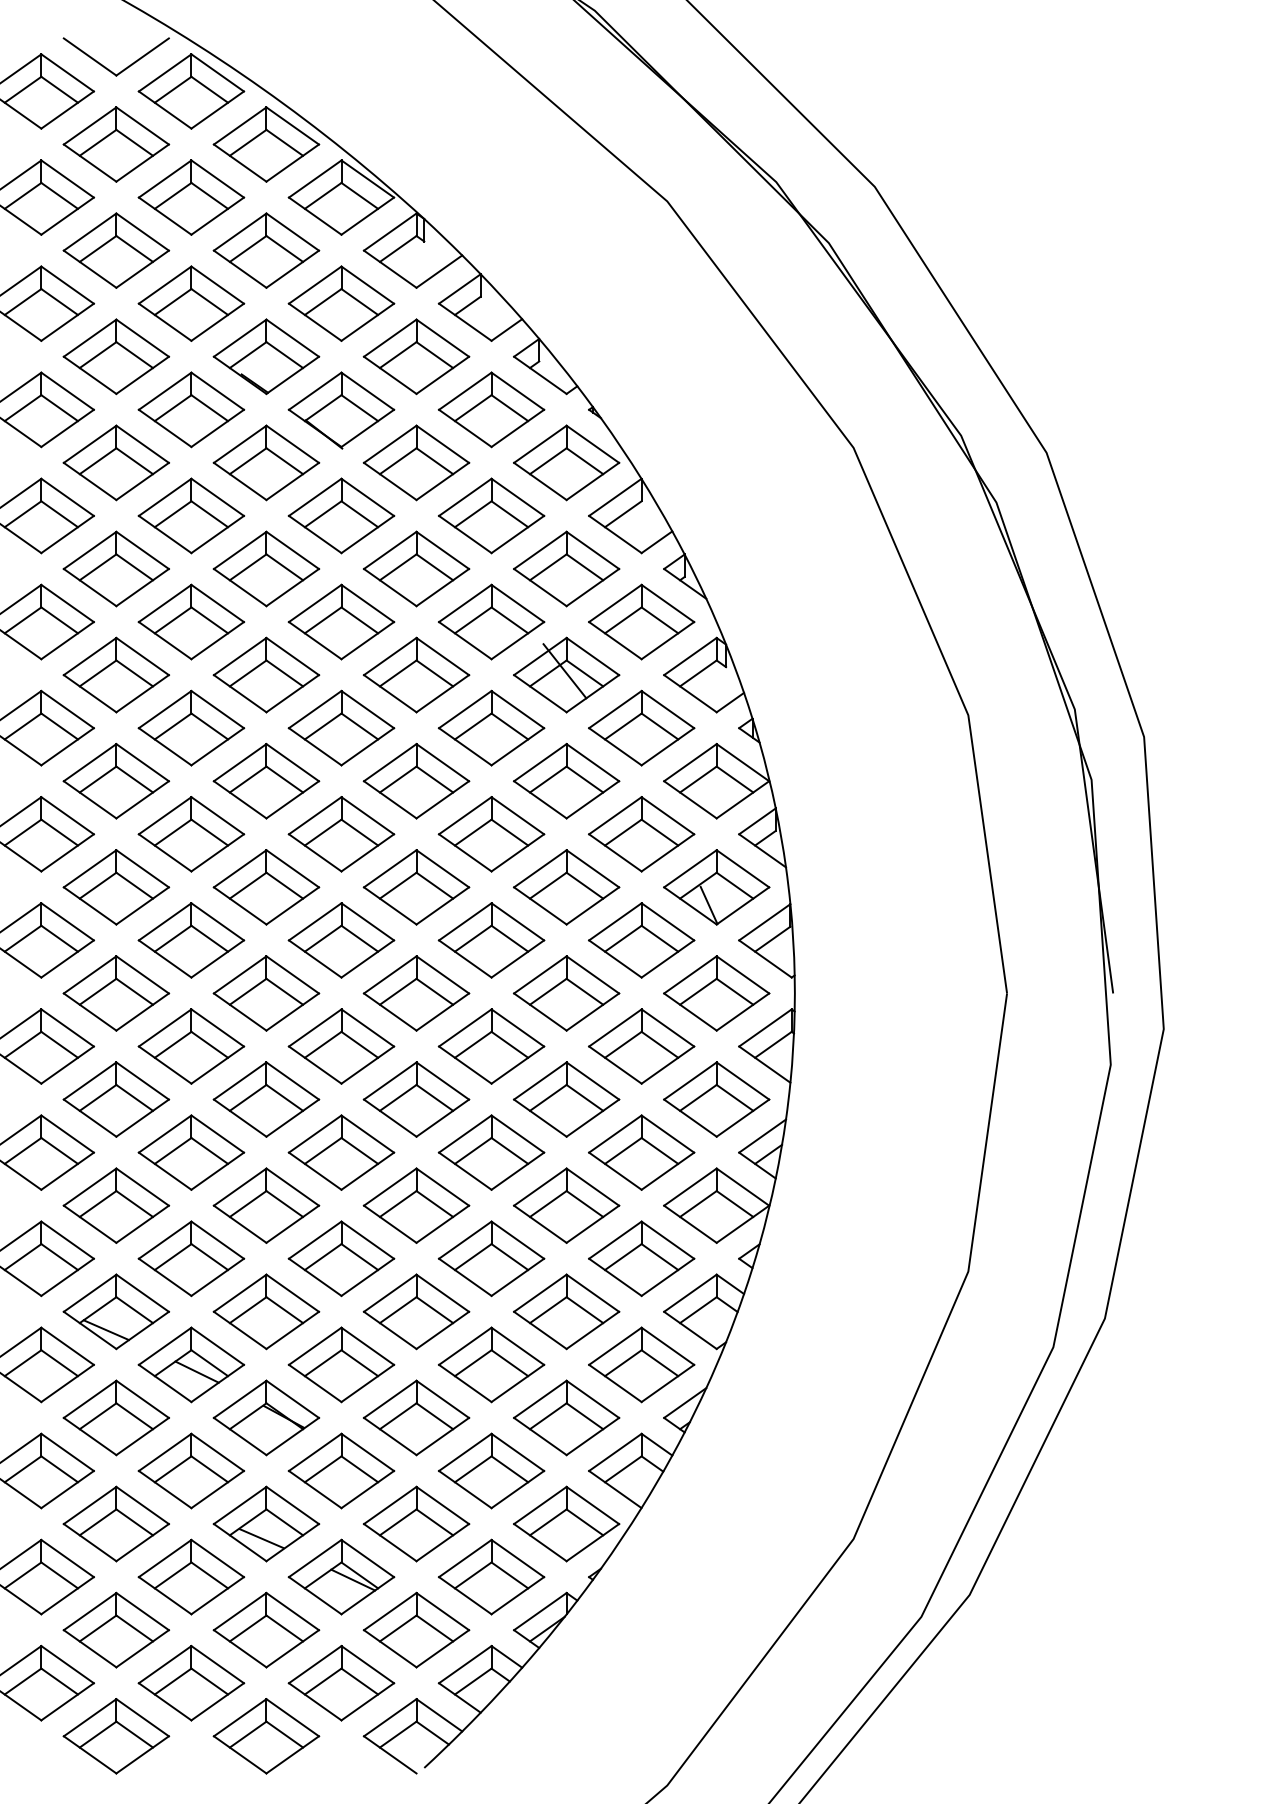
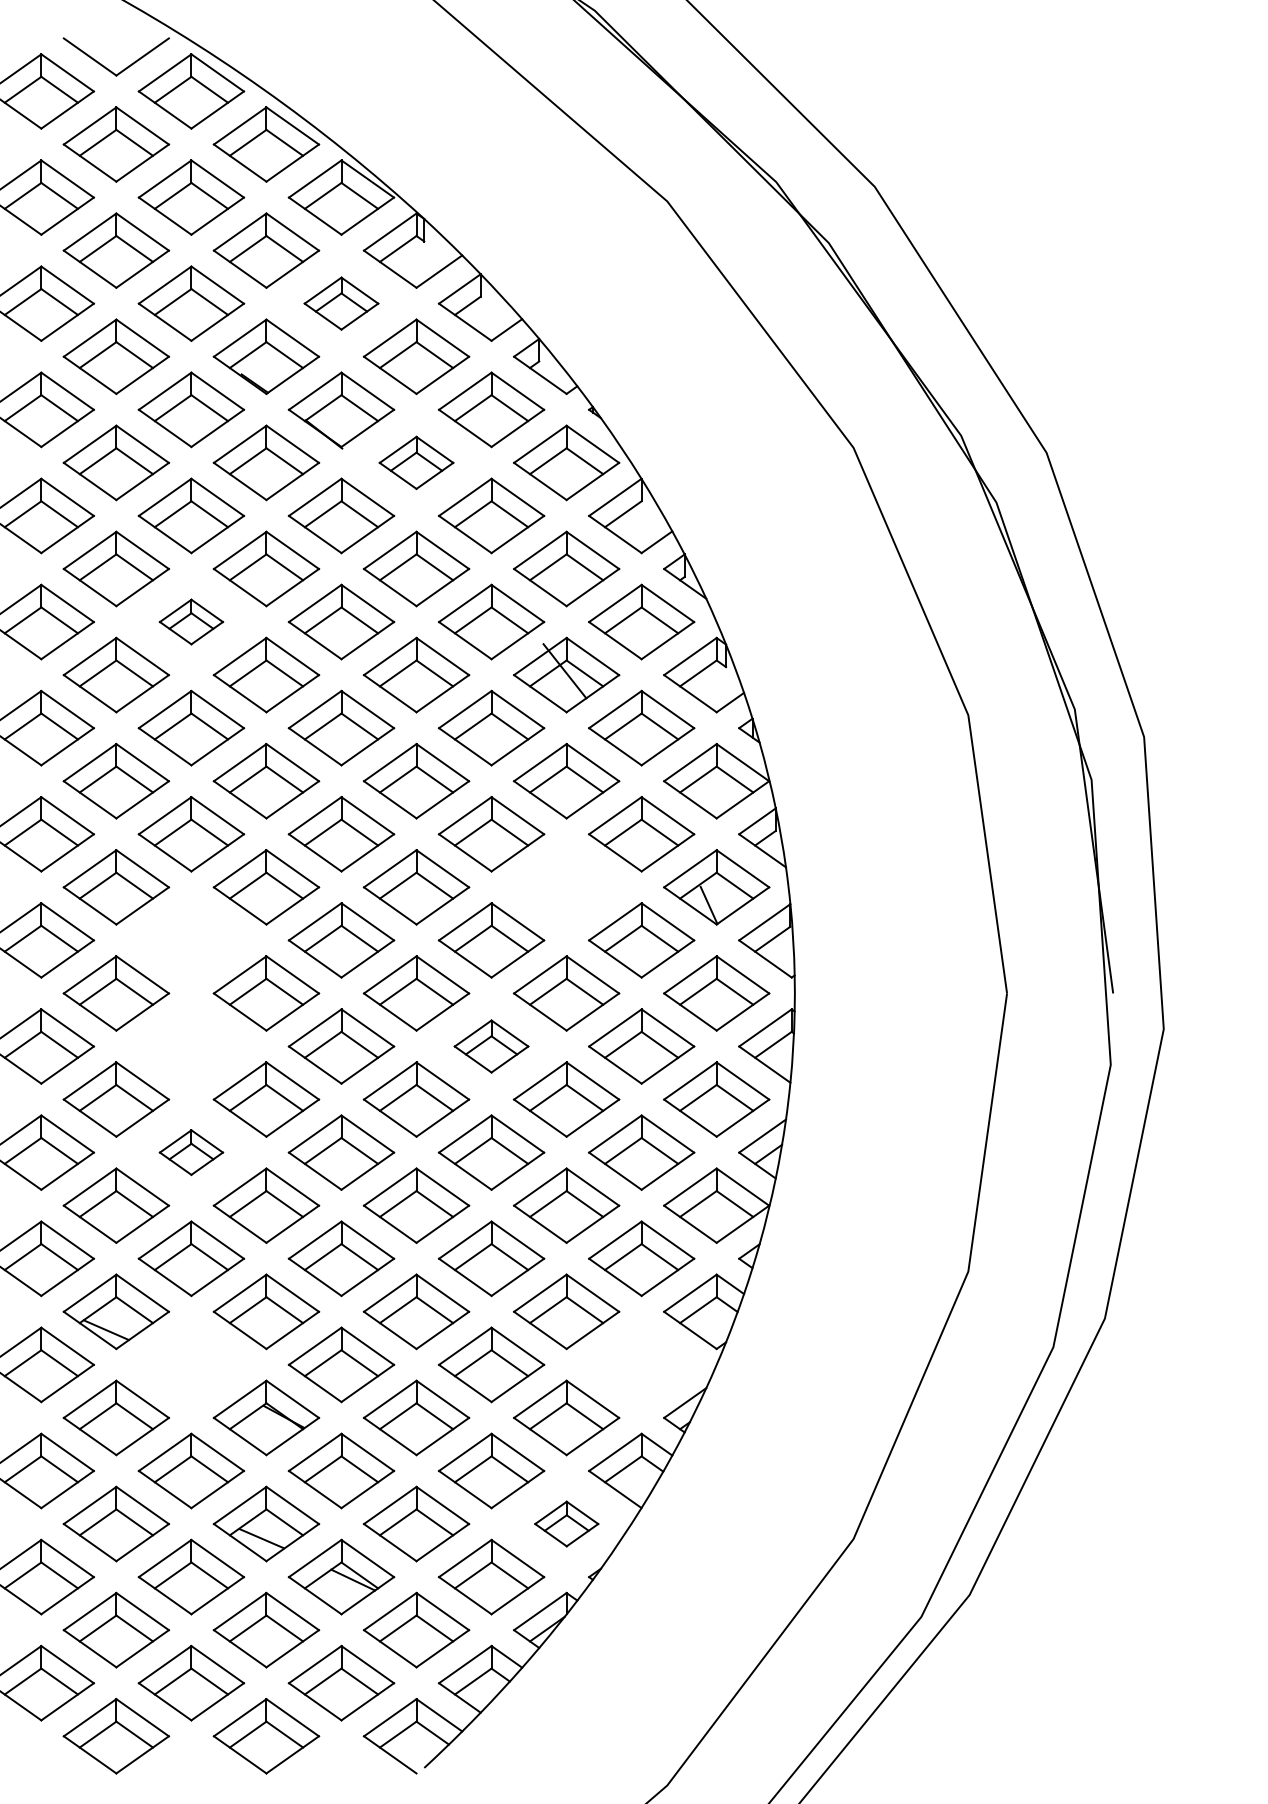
part at (341, 303) size: 109x77 px -> 77x55 px
part at (416, 462) size: 109x78 px -> 77x56 px
part at (191, 621) size: 109x78 px -> 67x48 px
part at (566, 887): present -> none
part at (191, 940): present -> none
part at (191, 1046): present -> none
part at (491, 1046) size: 109x77 px -> 77x55 px
part at (191, 1152) size: 109x77 px -> 67x47 px
part at (191, 1364): present -> none
part at (641, 1364): present -> none
part at (566, 1523) size: 108x78 px -> 66x48 px
